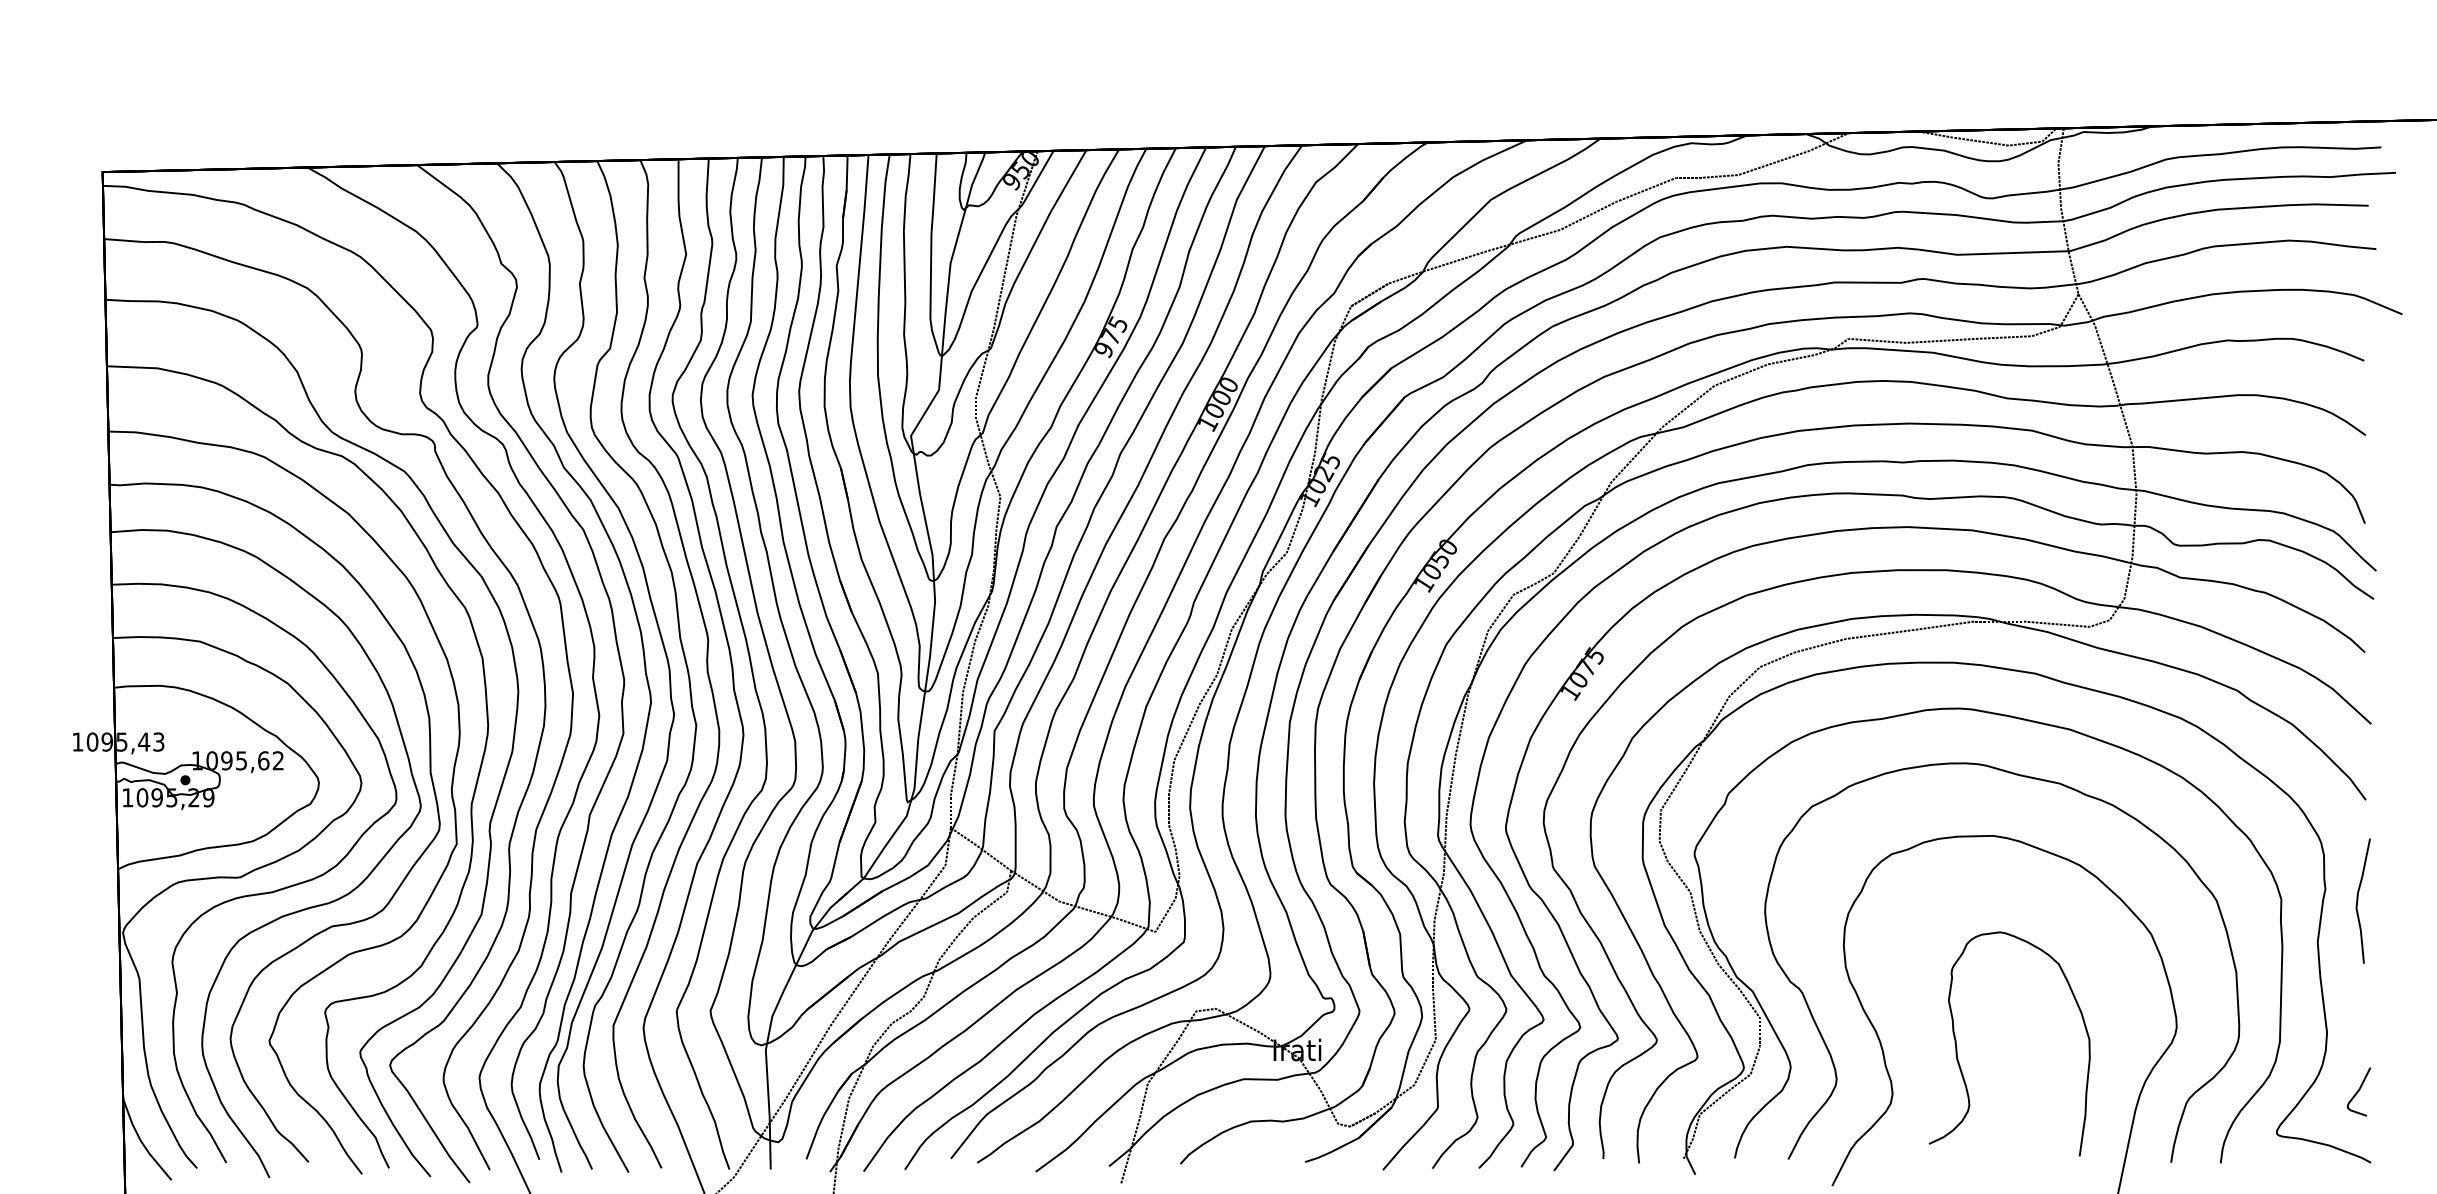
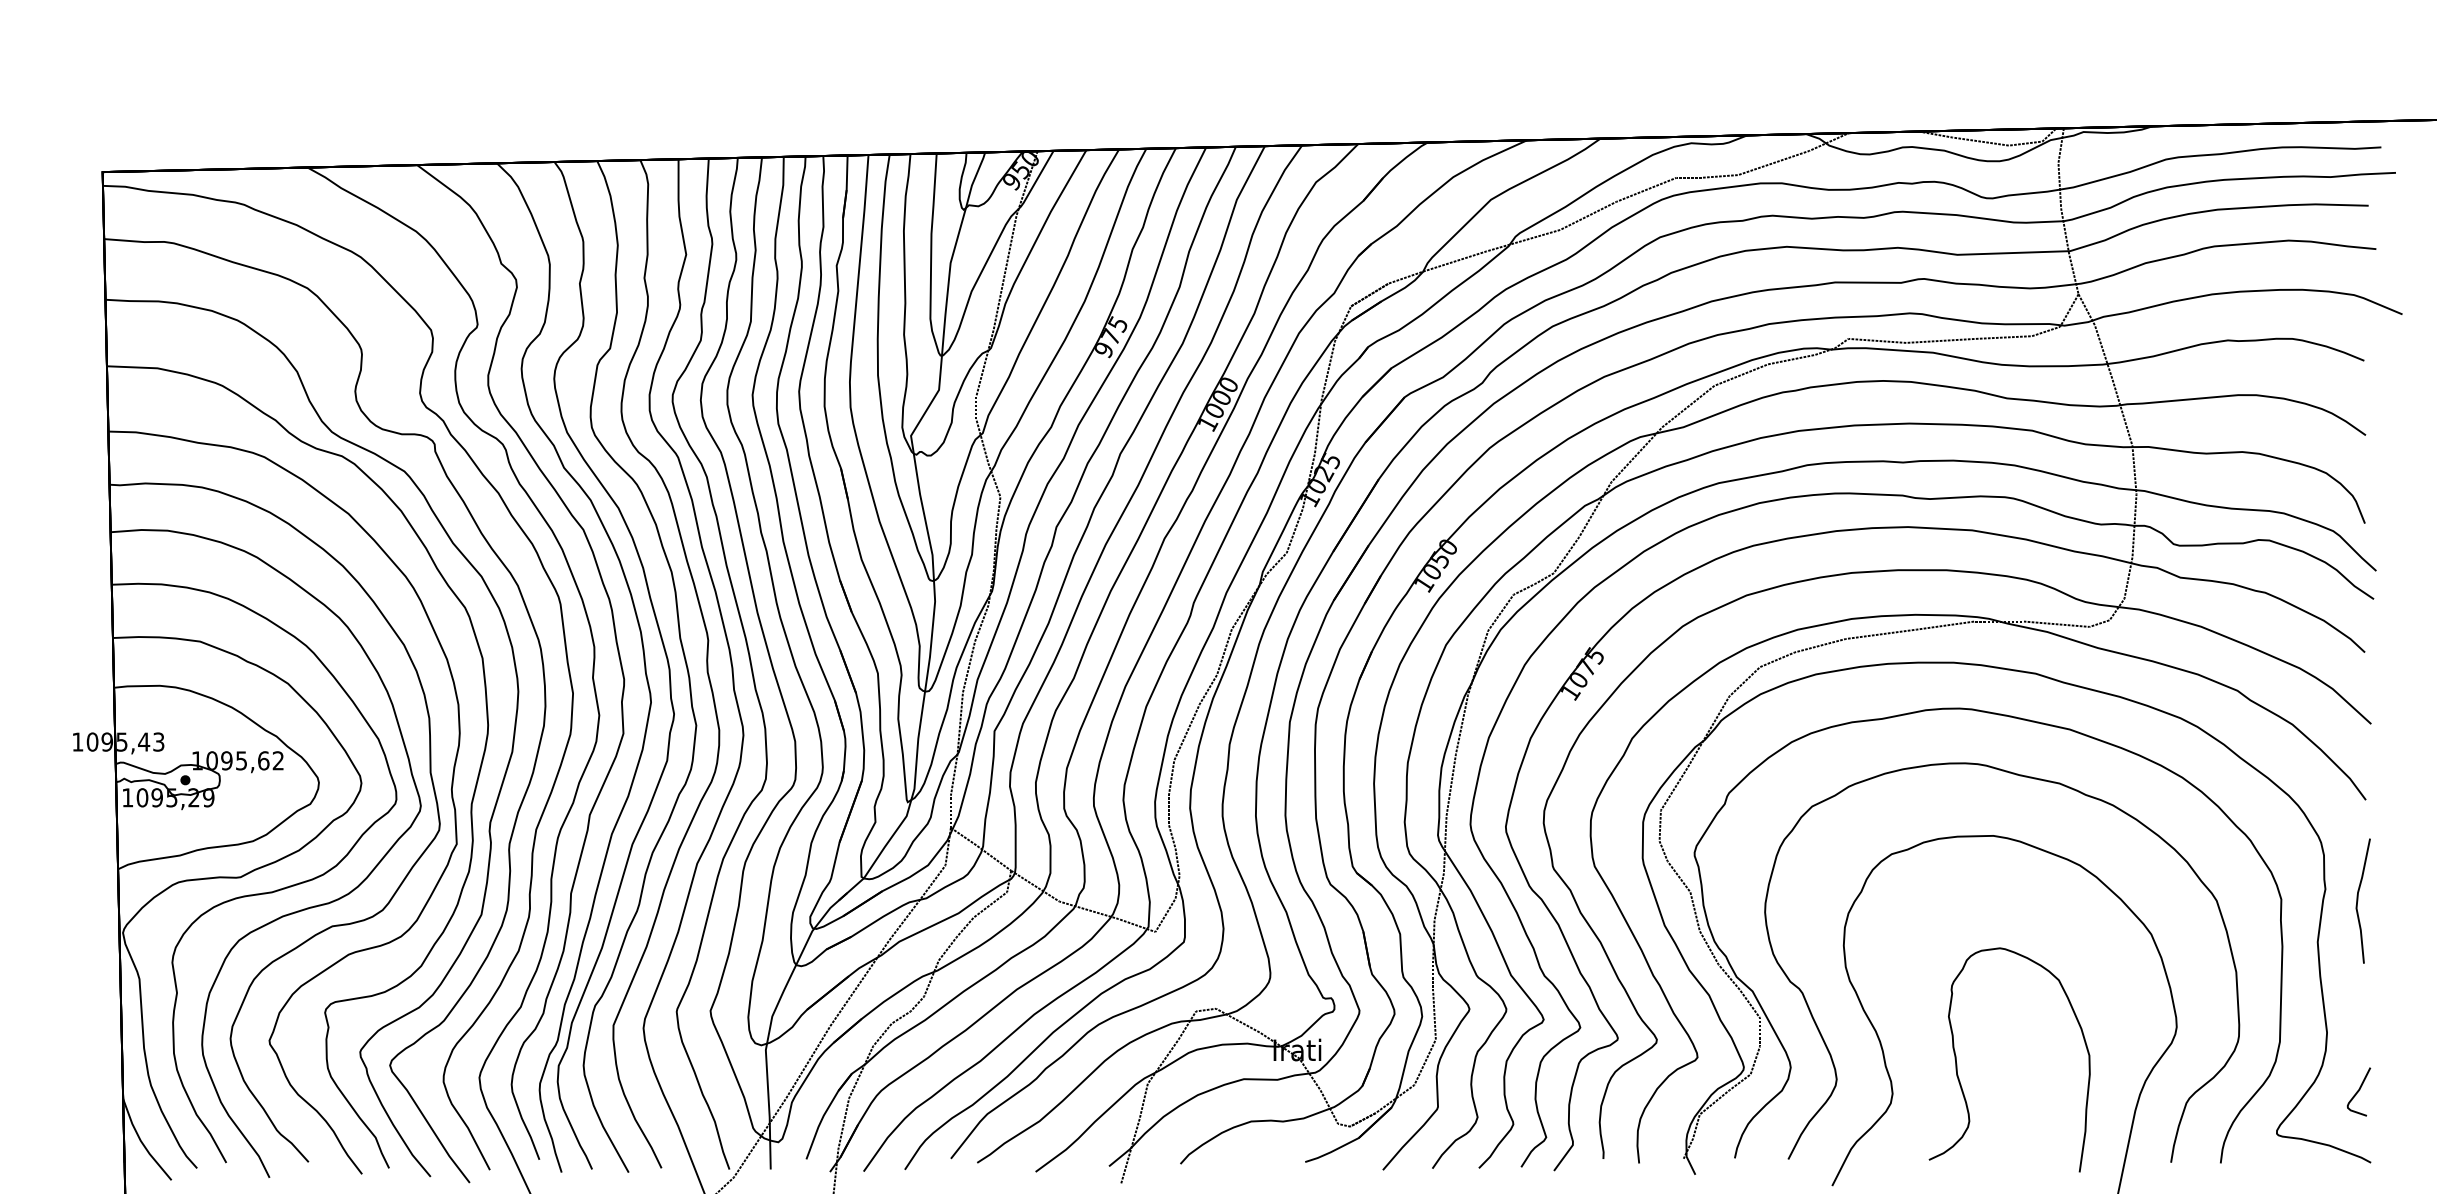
part at (1957, 1047) position: (1957, 1047) -> (1957, 1063)
